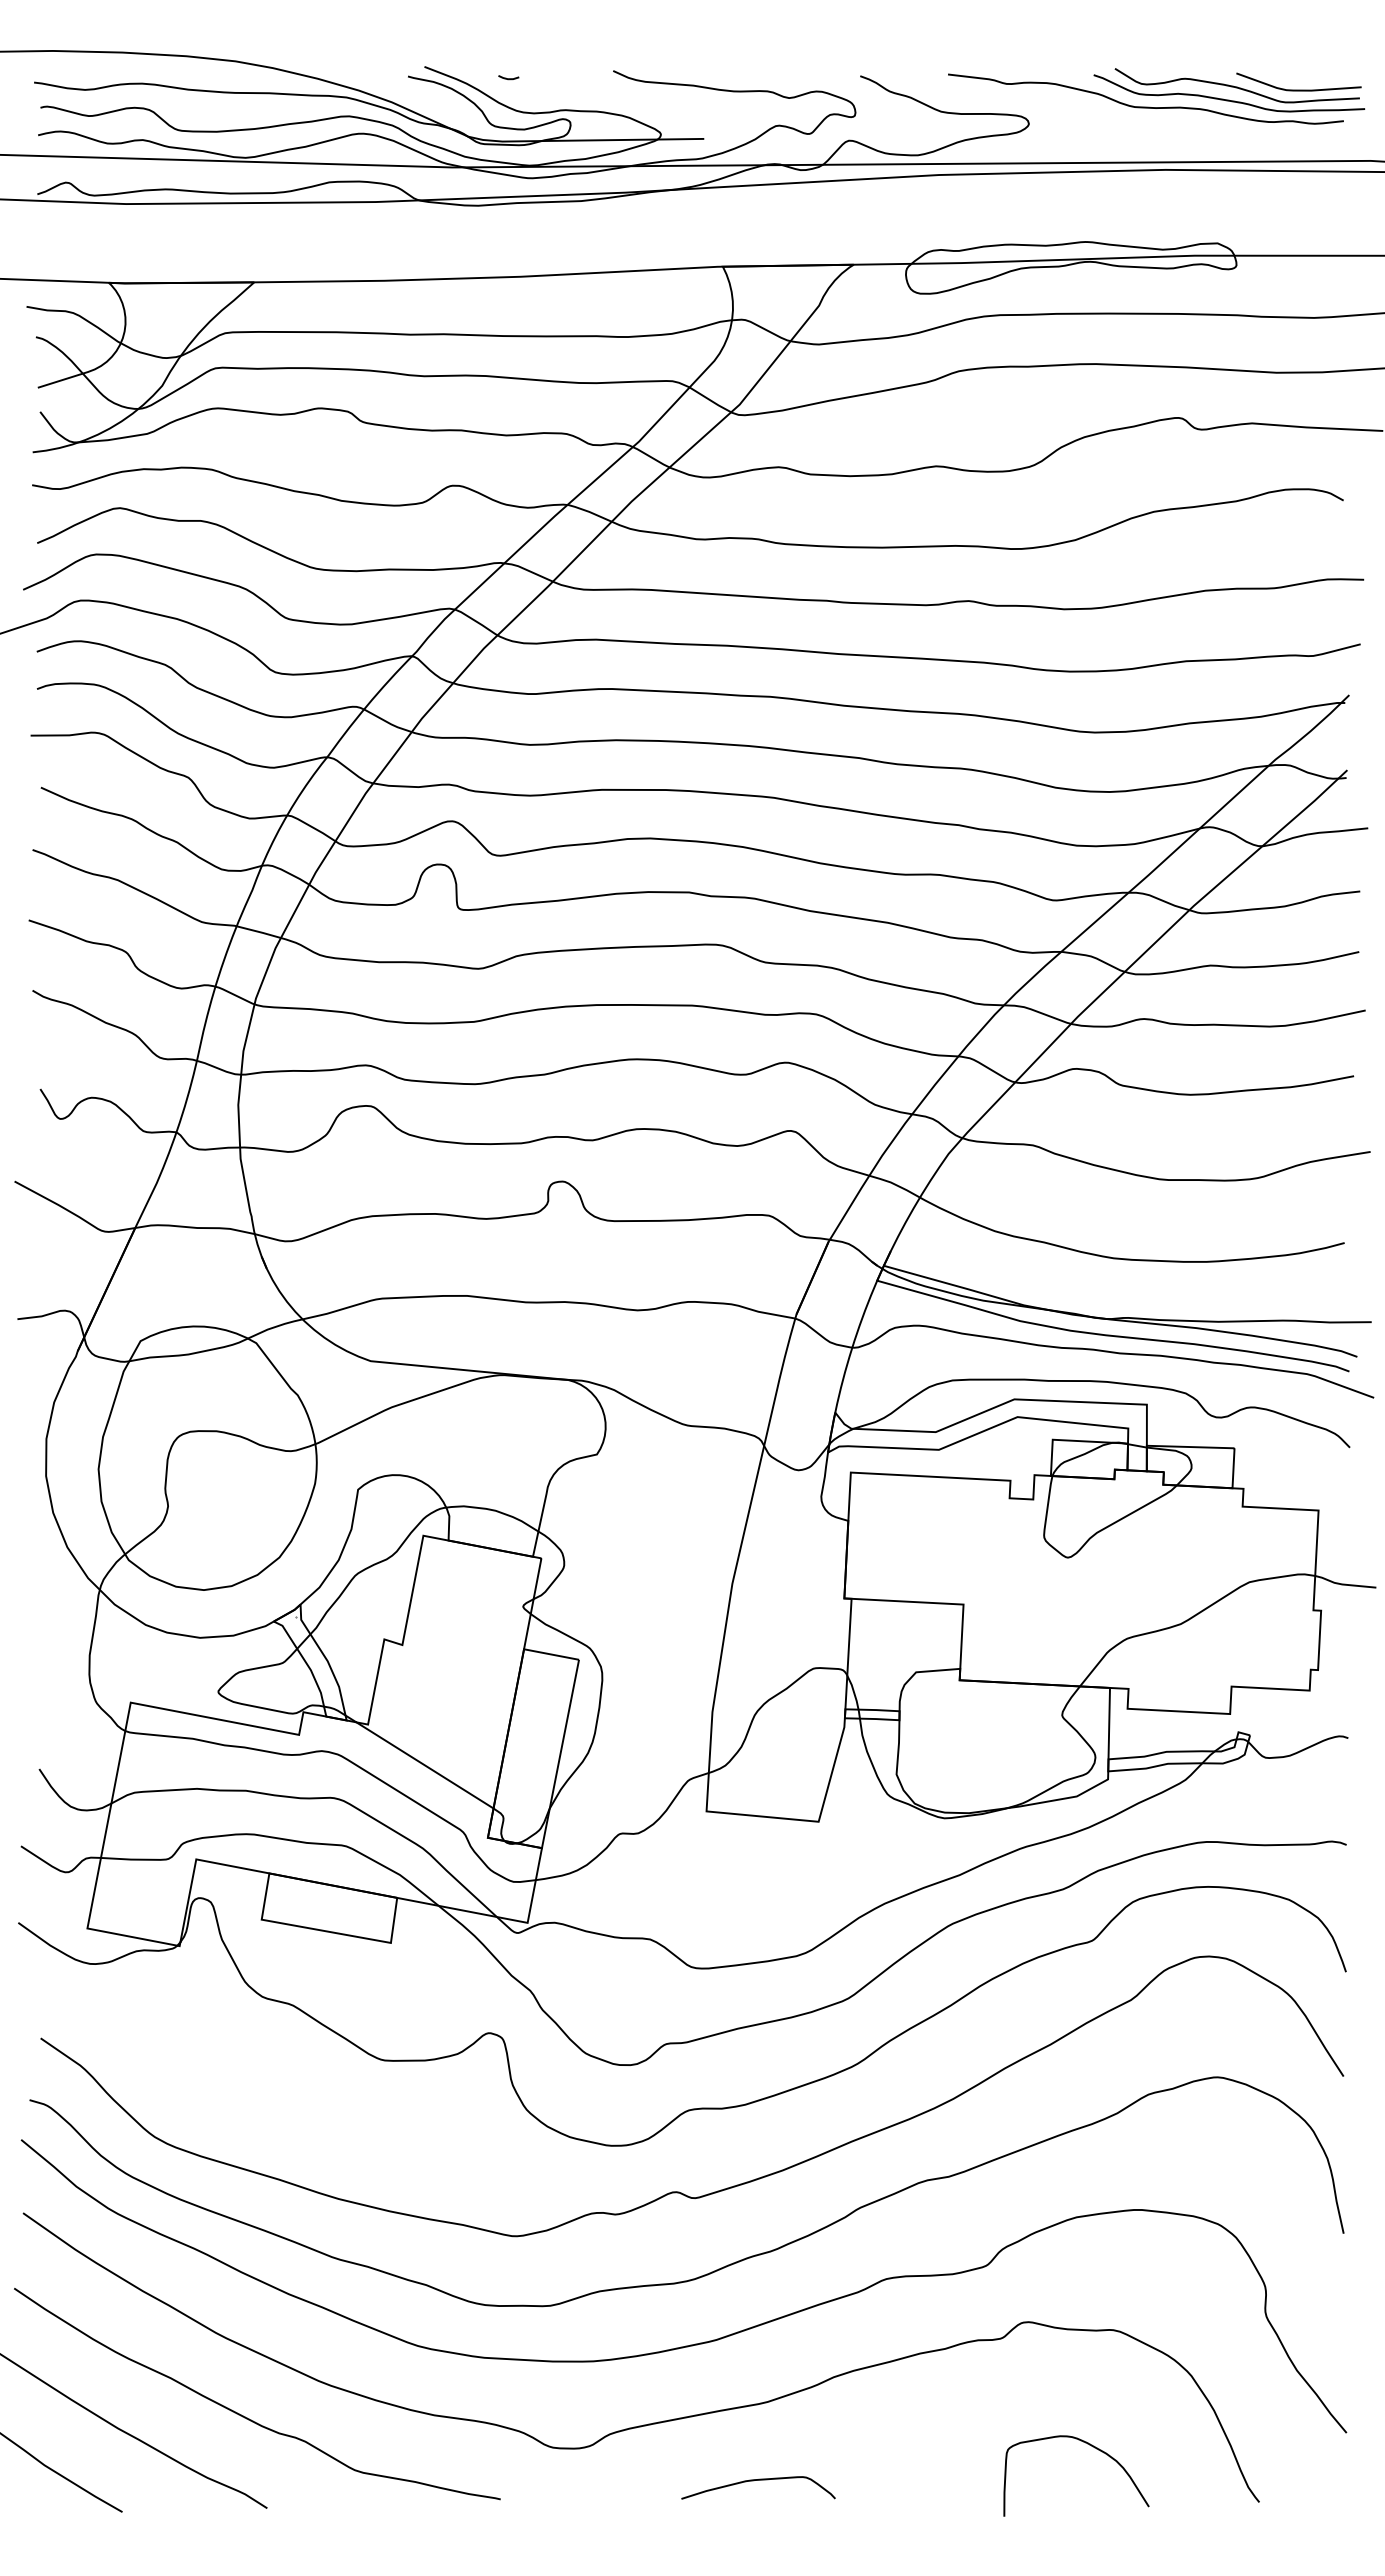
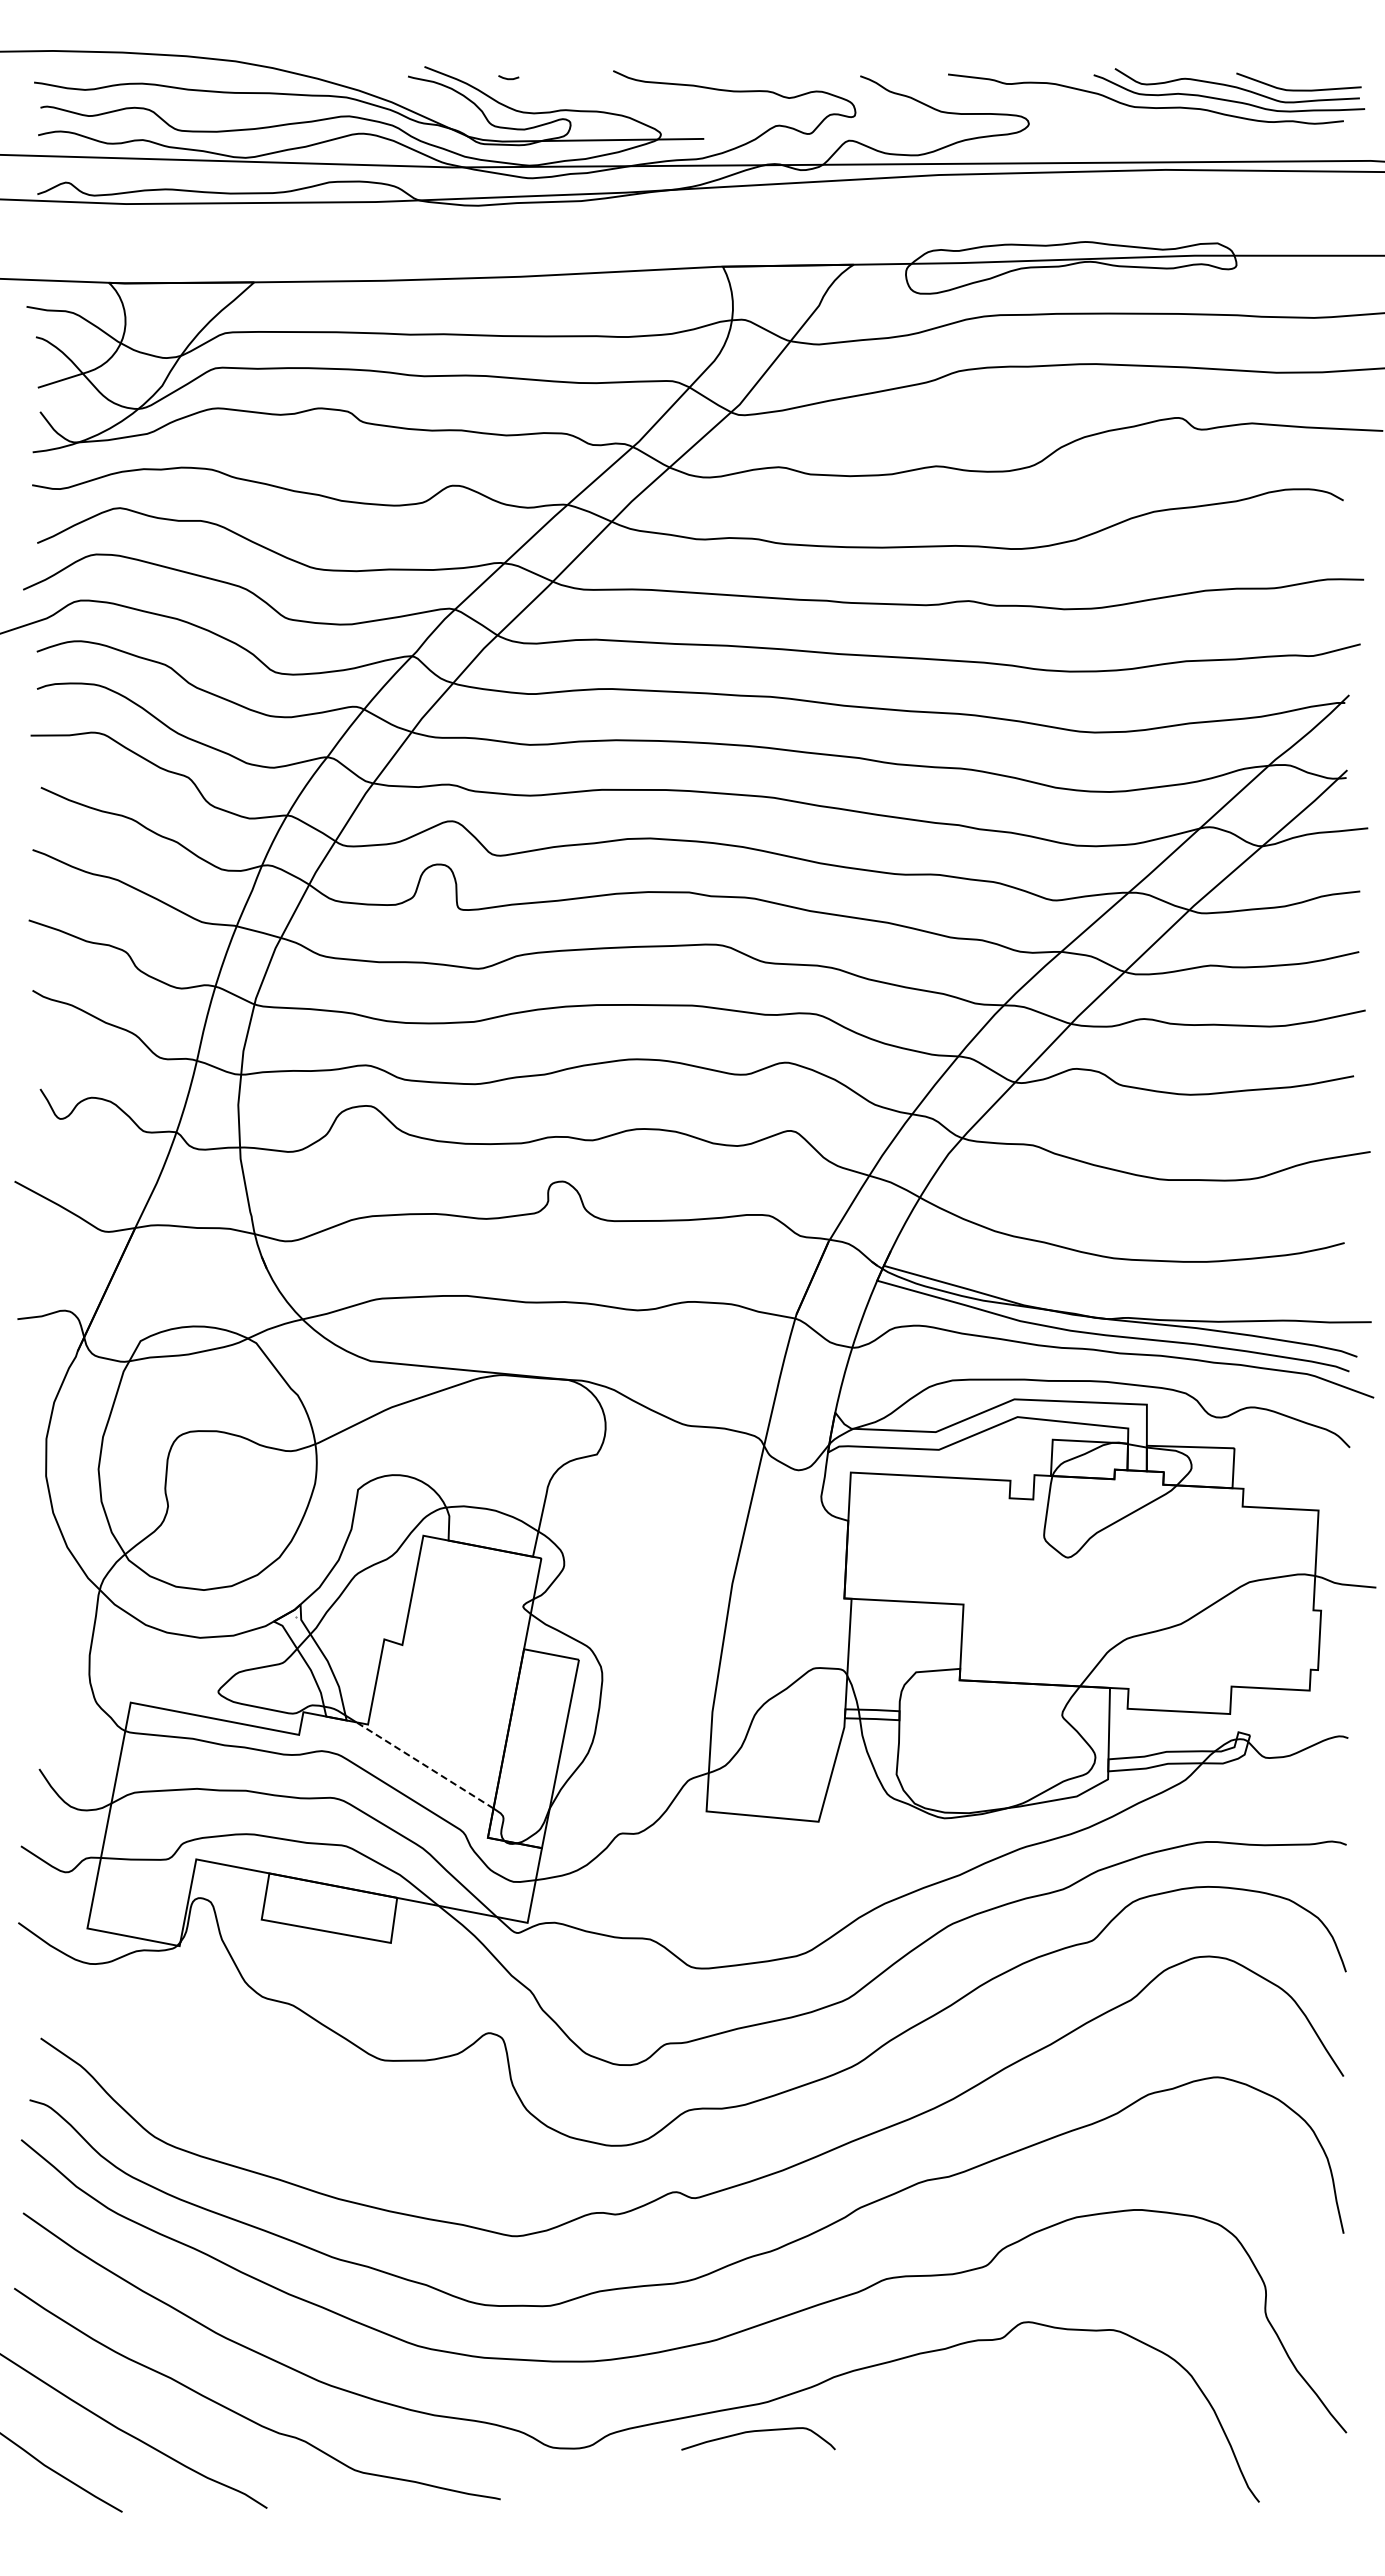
line at (425, 1765): solid -> dashed
curve at (1094, 2448): present -> none
curve at (758, 2480) position: (758, 2480) -> (758, 2431)
